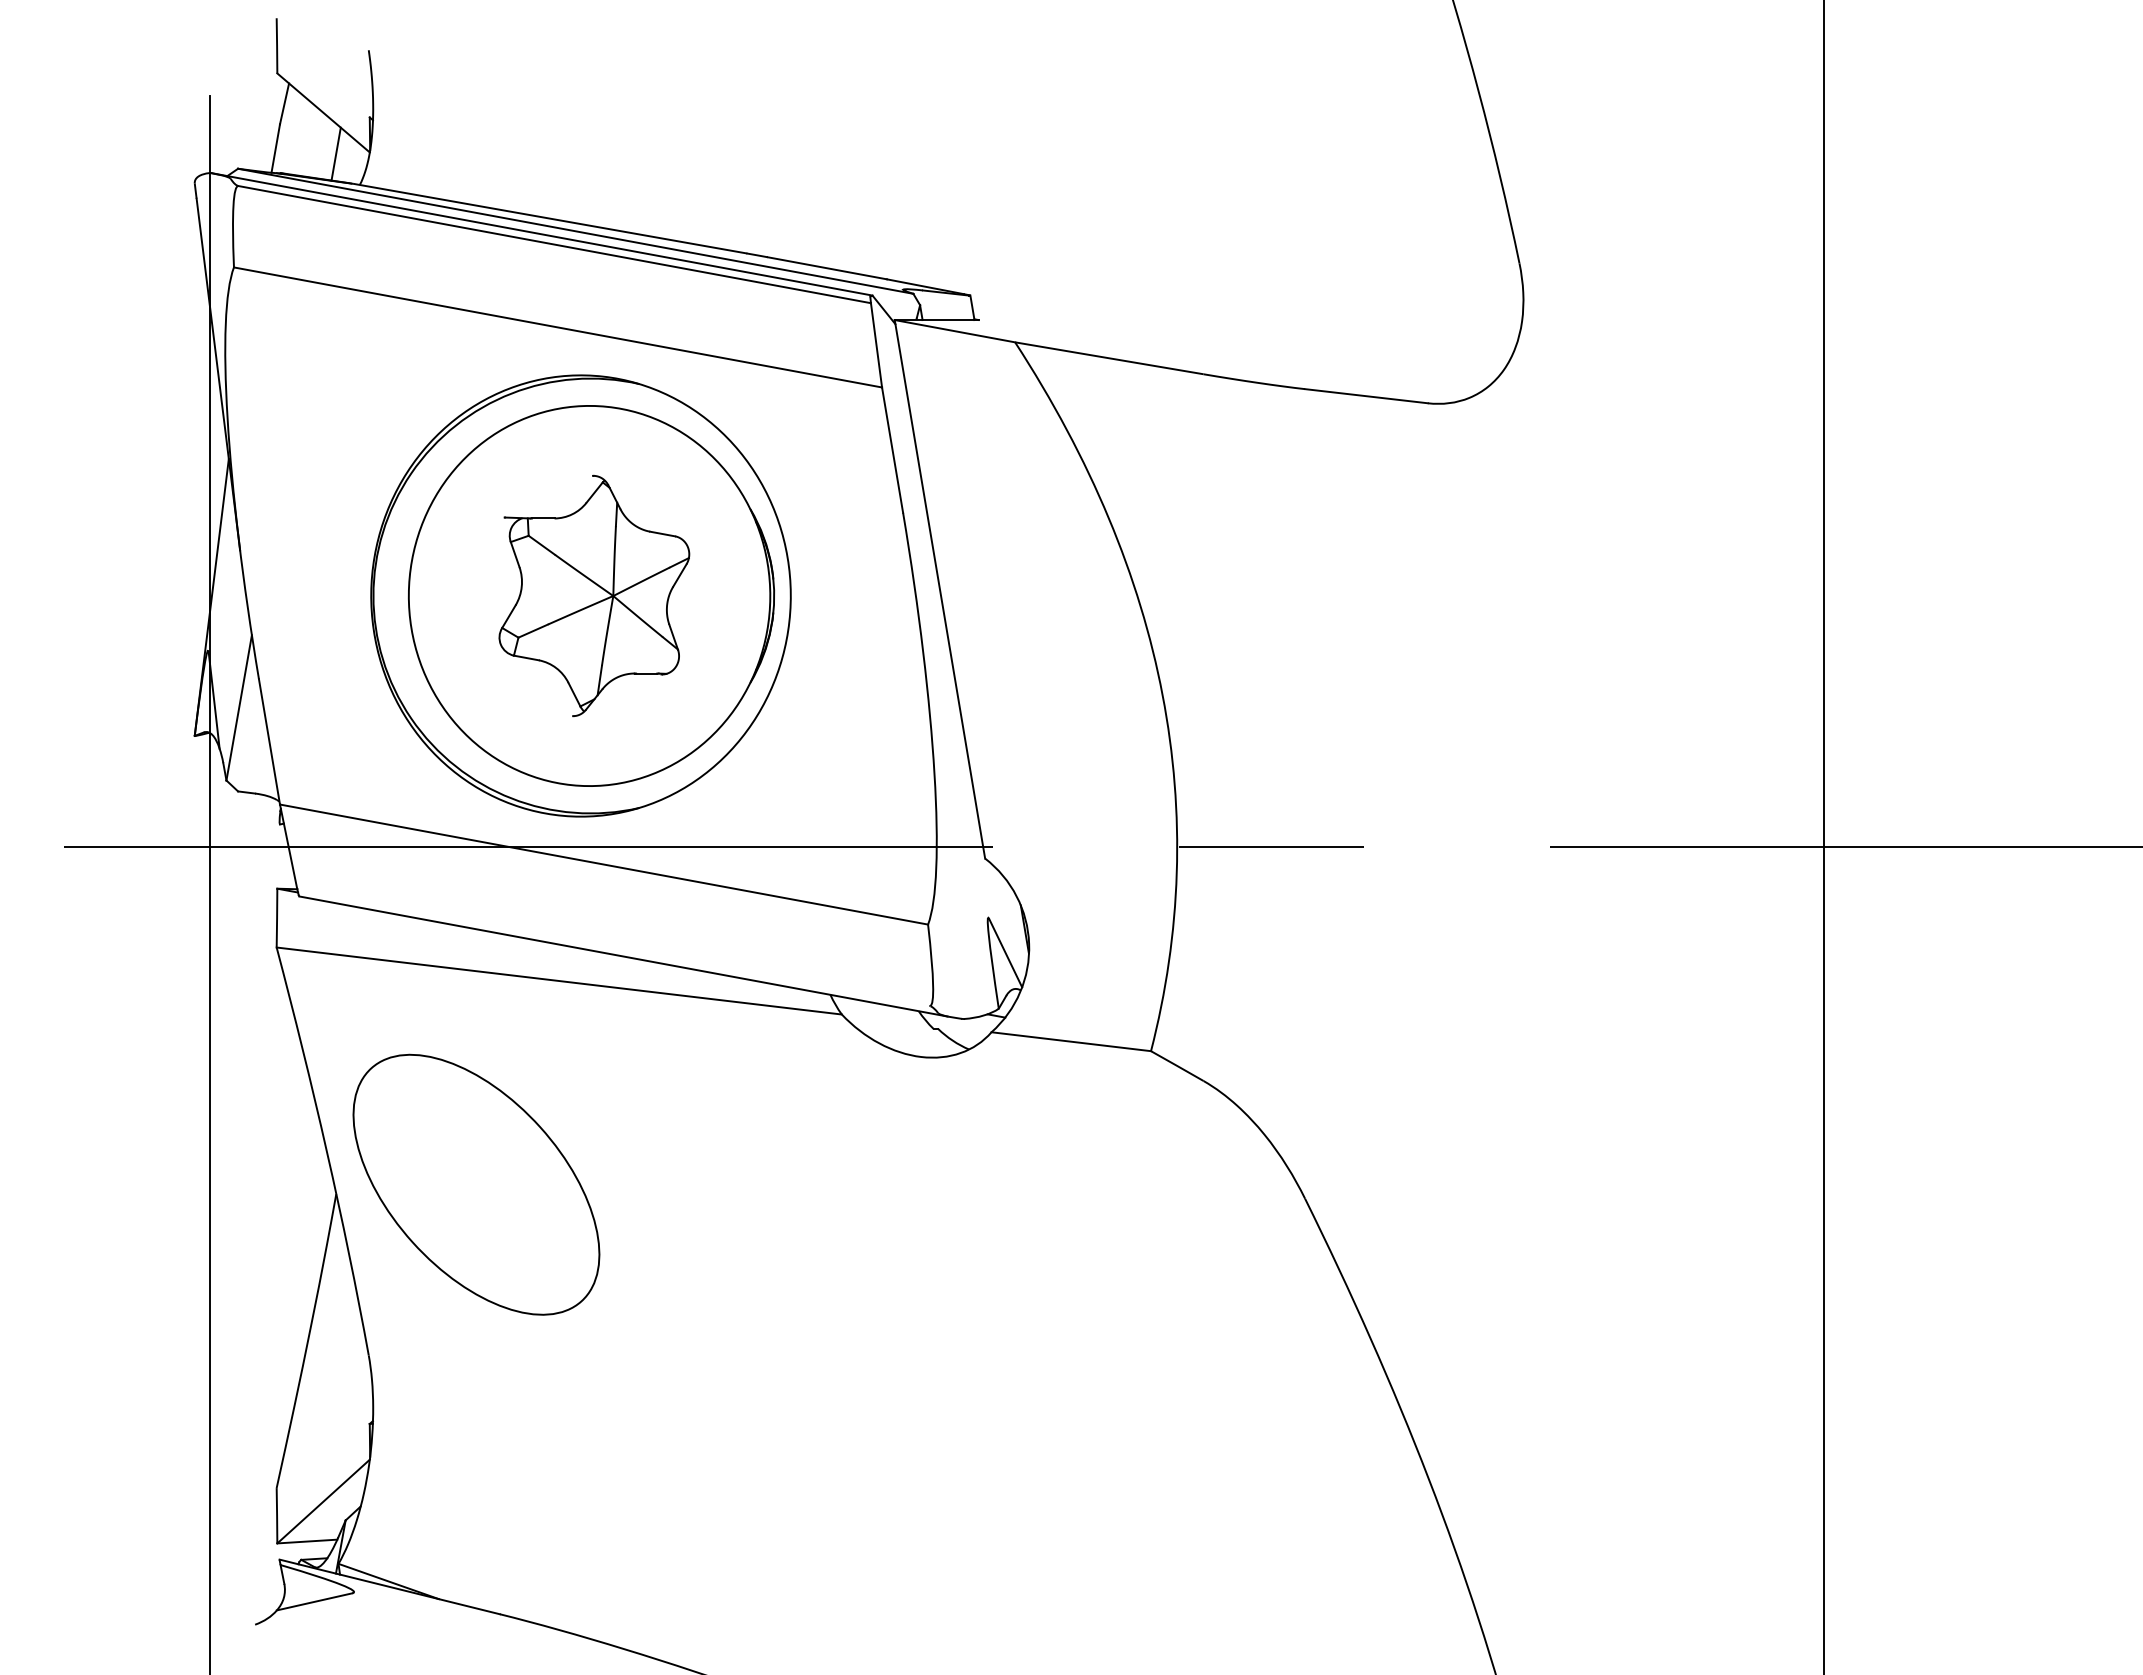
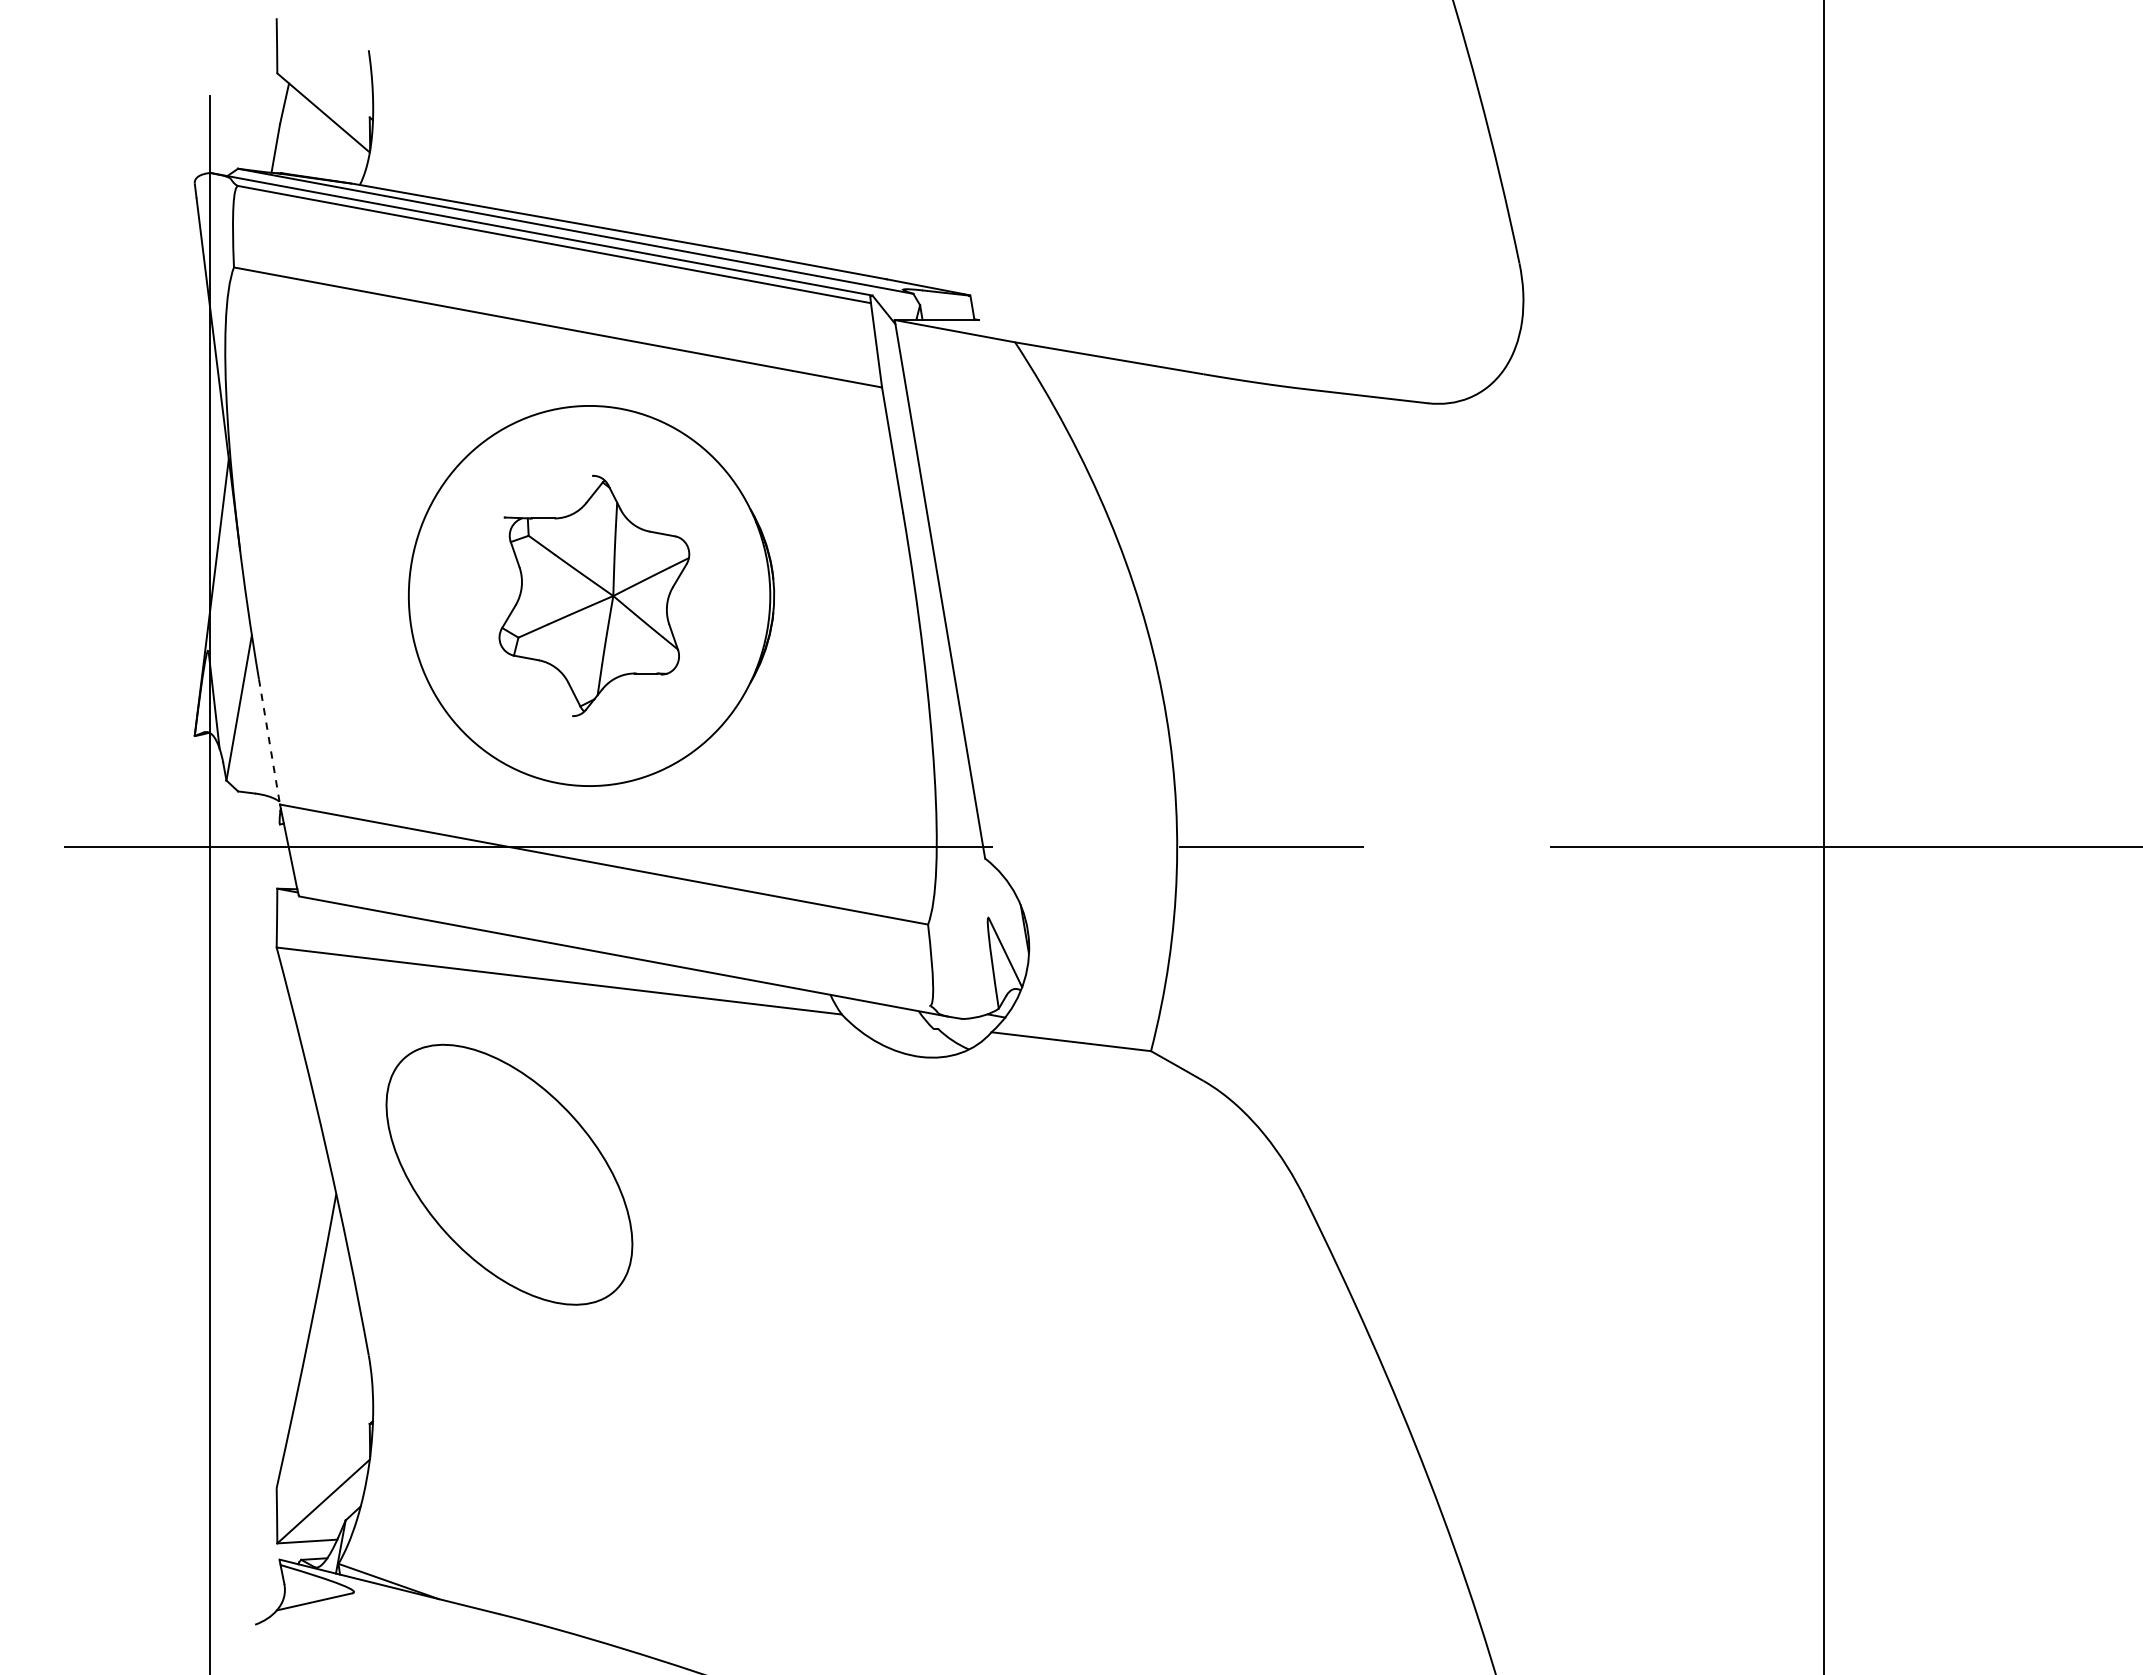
line at (335, 153): present -> none
part at (580, 595): present -> none
line at (269, 741): solid -> dashed
part at (476, 1184) position: (476, 1184) -> (509, 1174)
